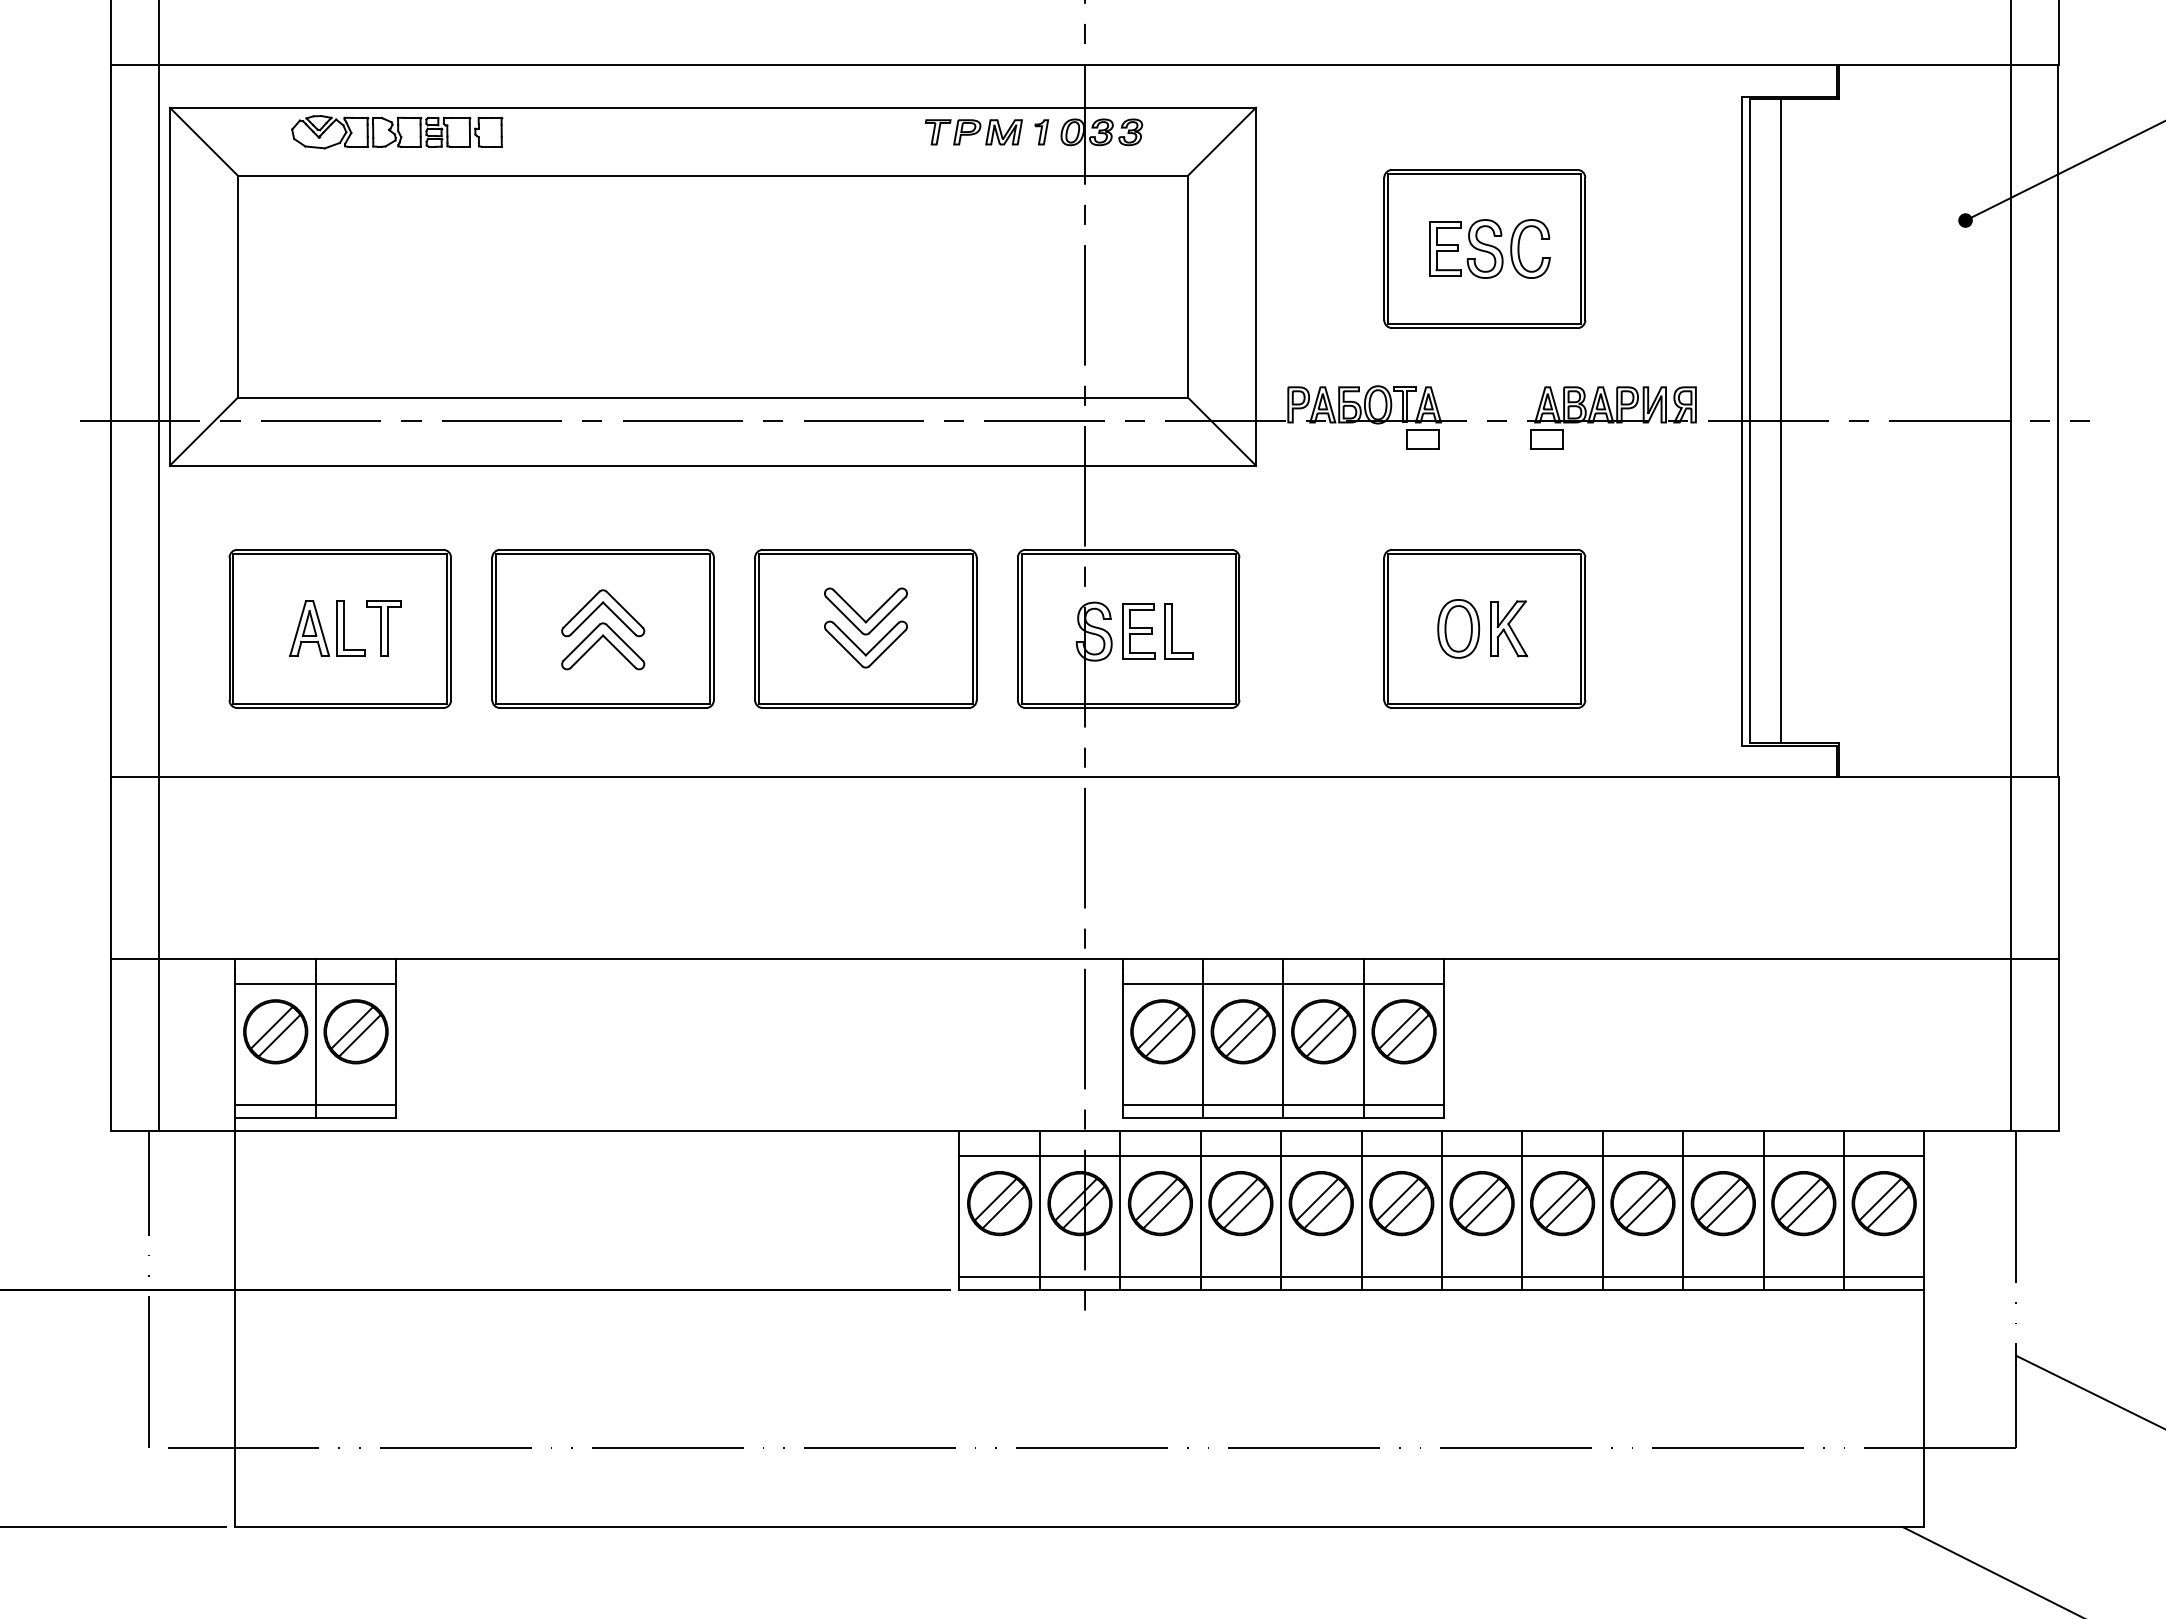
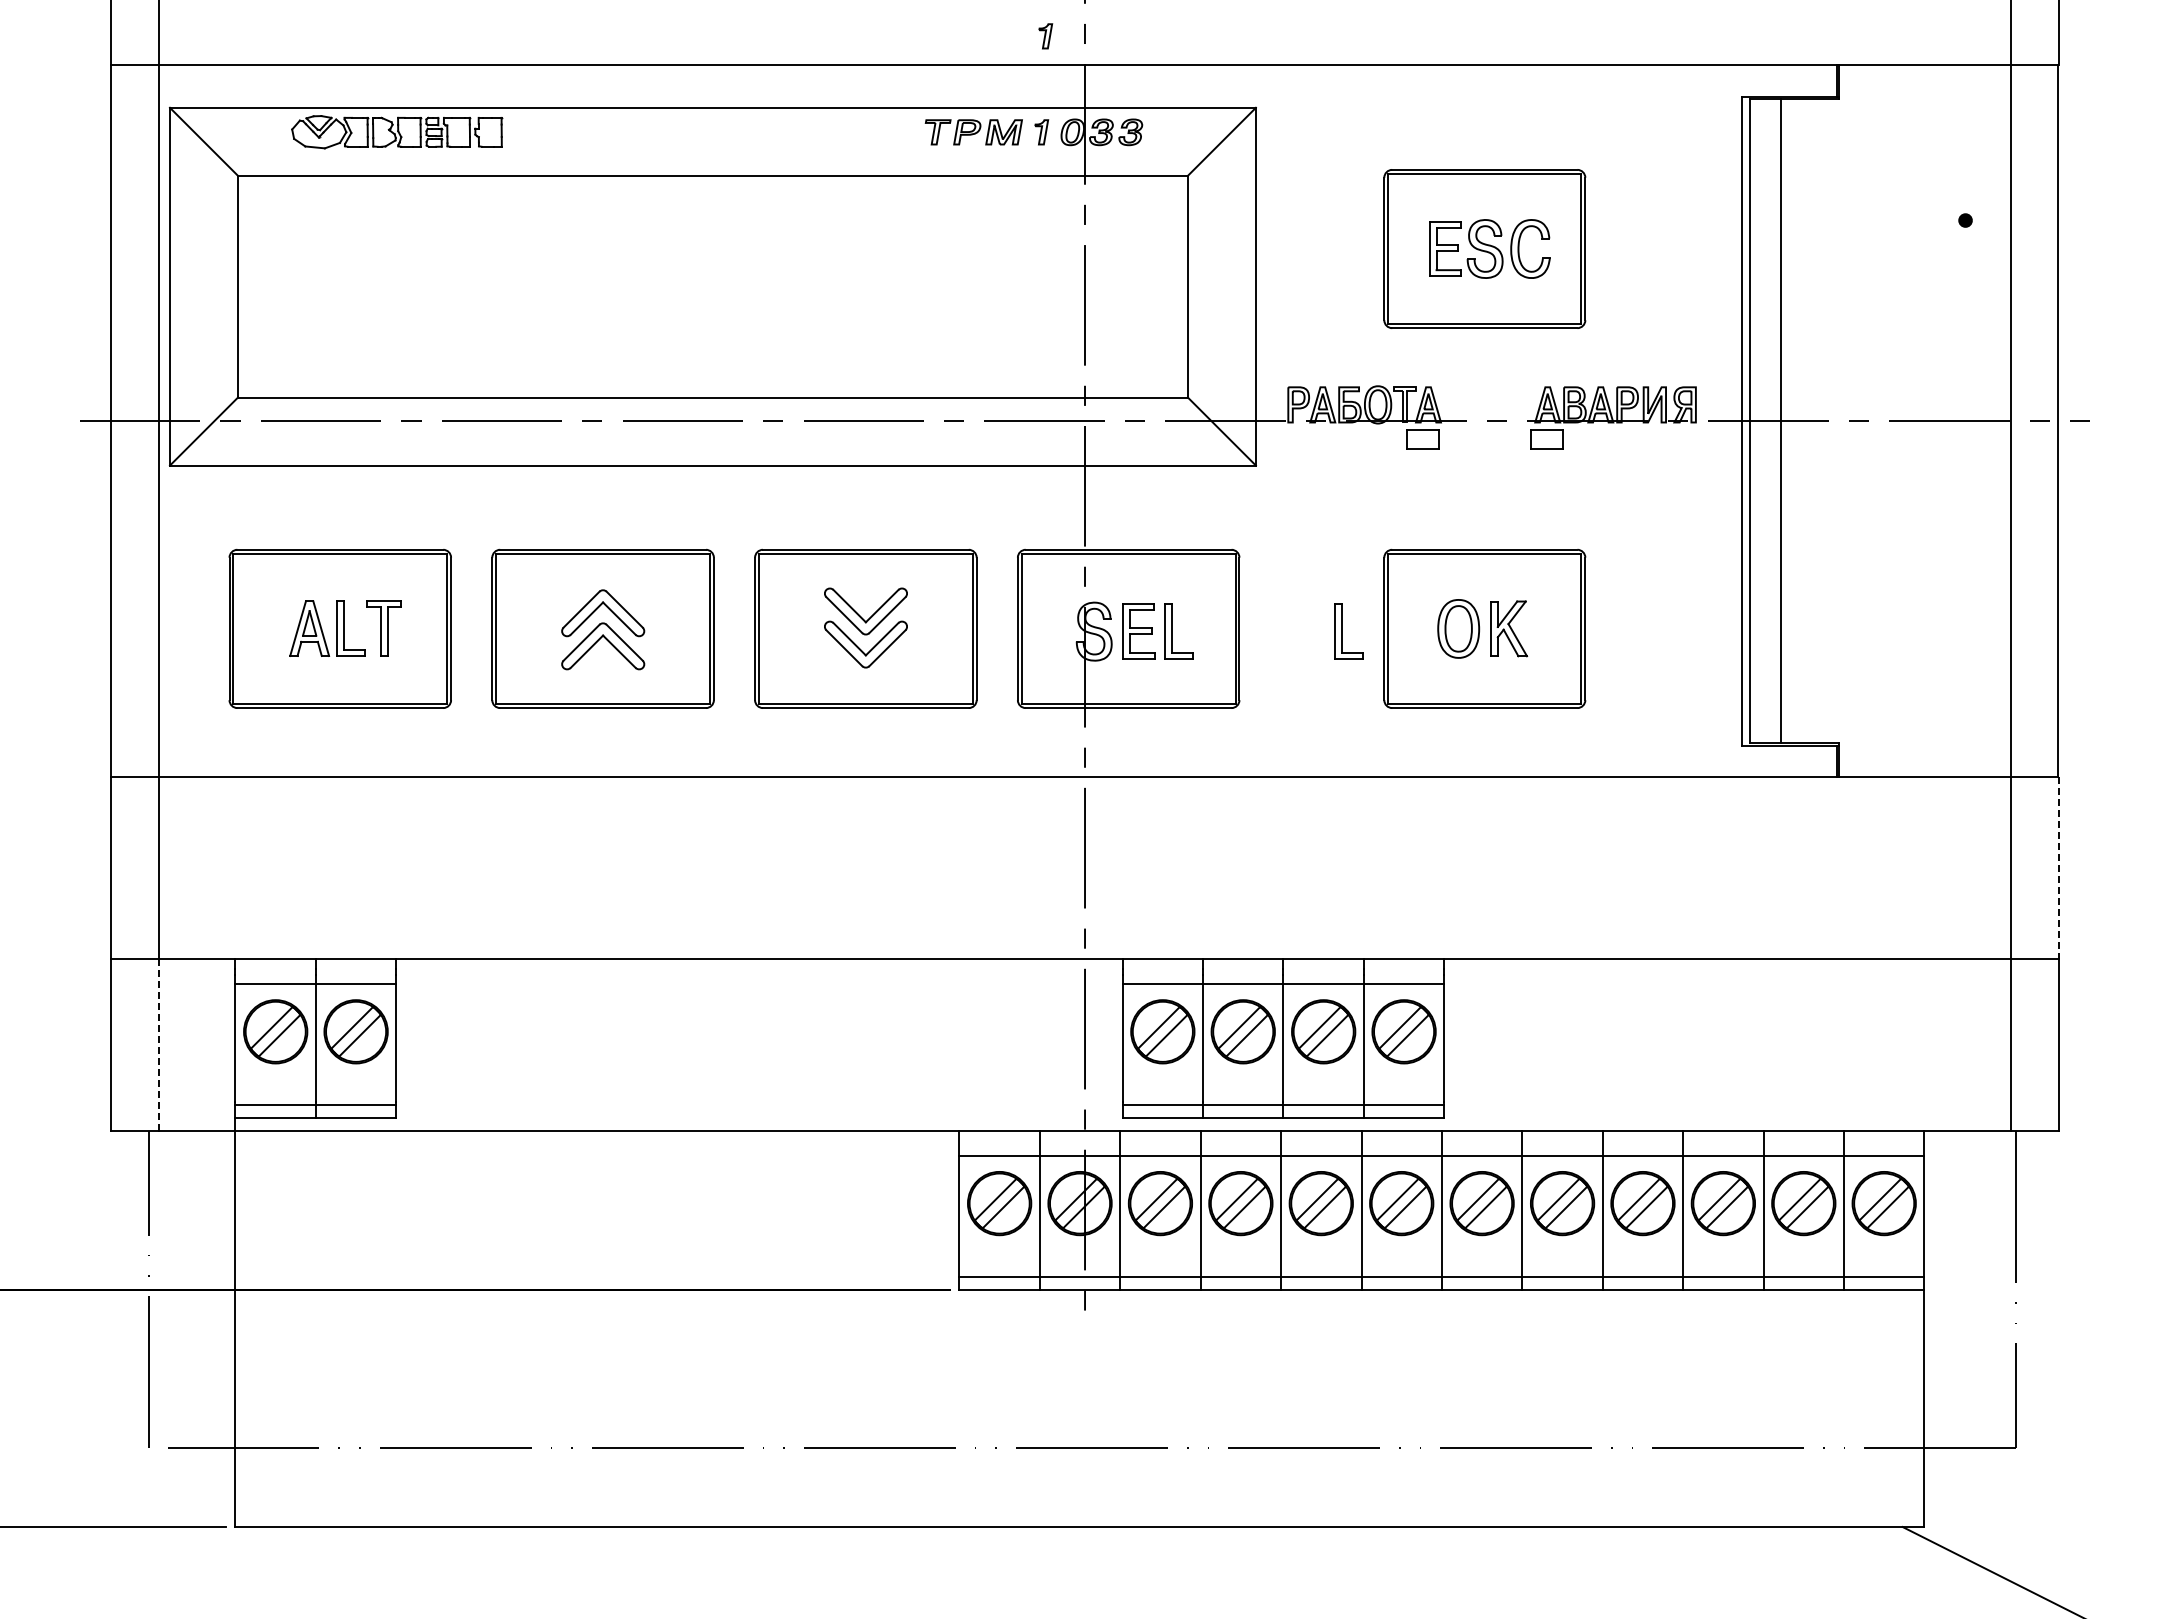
part at (1045, 36): none -> present
line at (2063, 171): present -> none
part at (1348, 631): none -> present
line at (2058, 868): solid -> dashed
line at (158, 1045): solid -> dashed
line at (2089, 1391): present -> none
